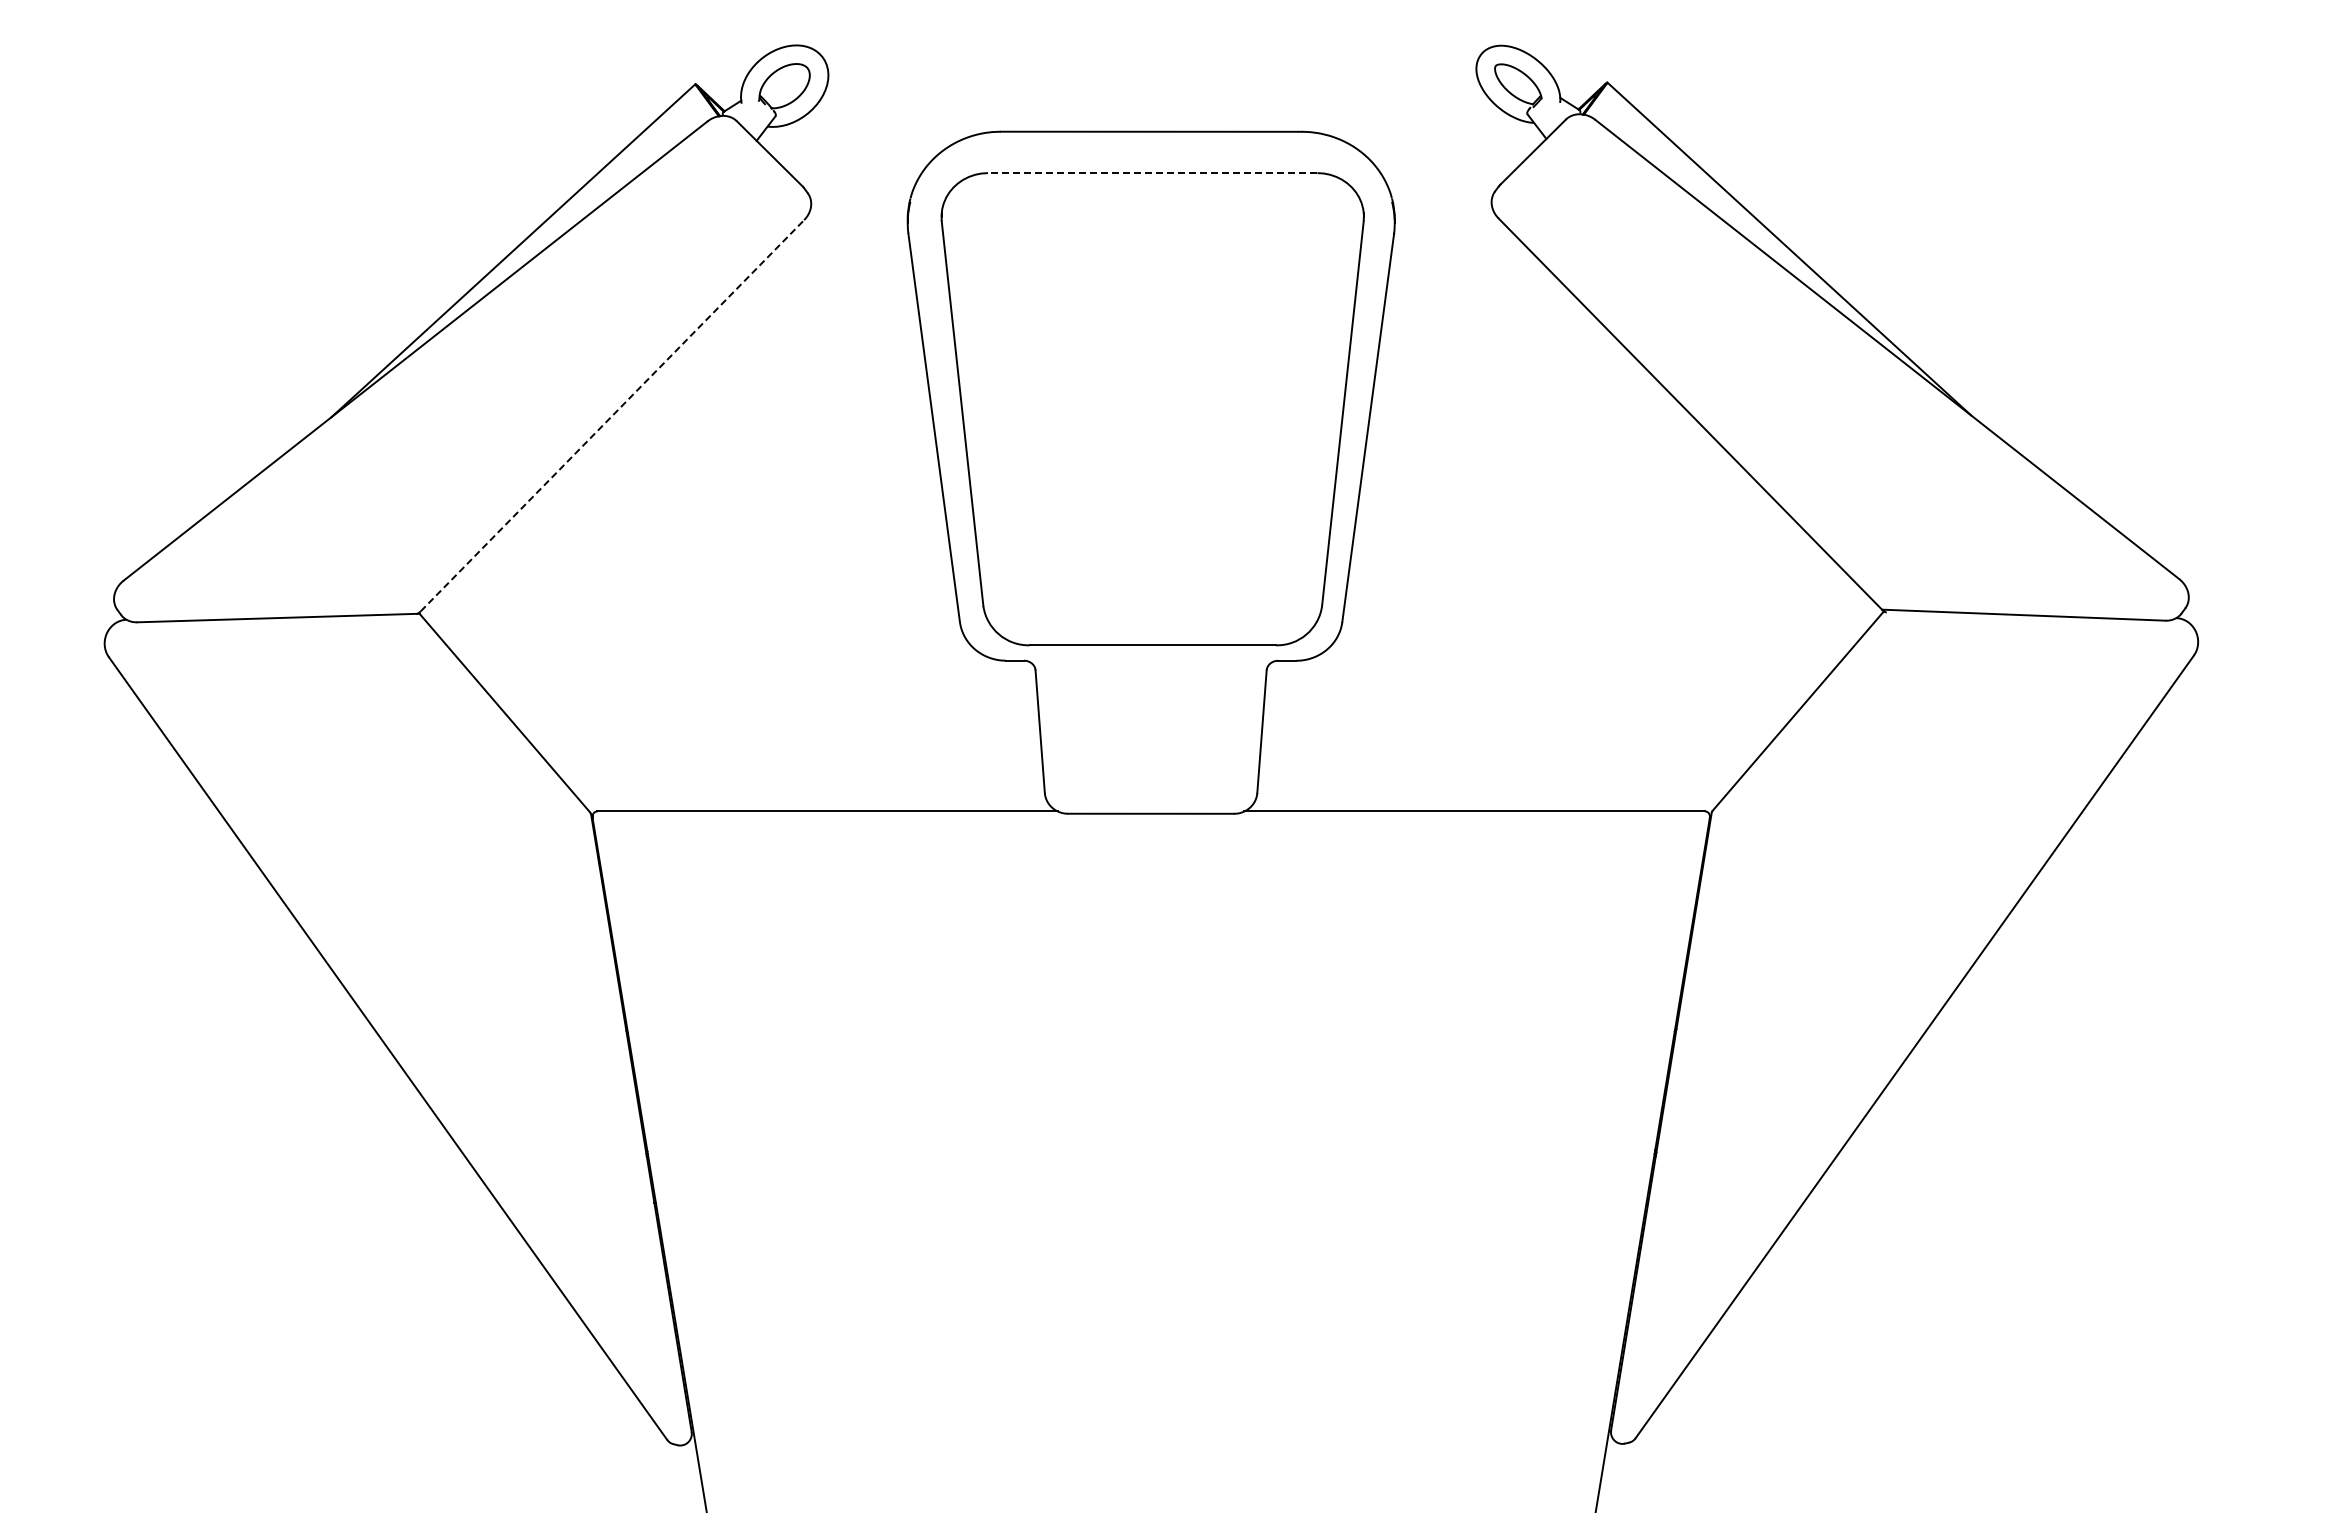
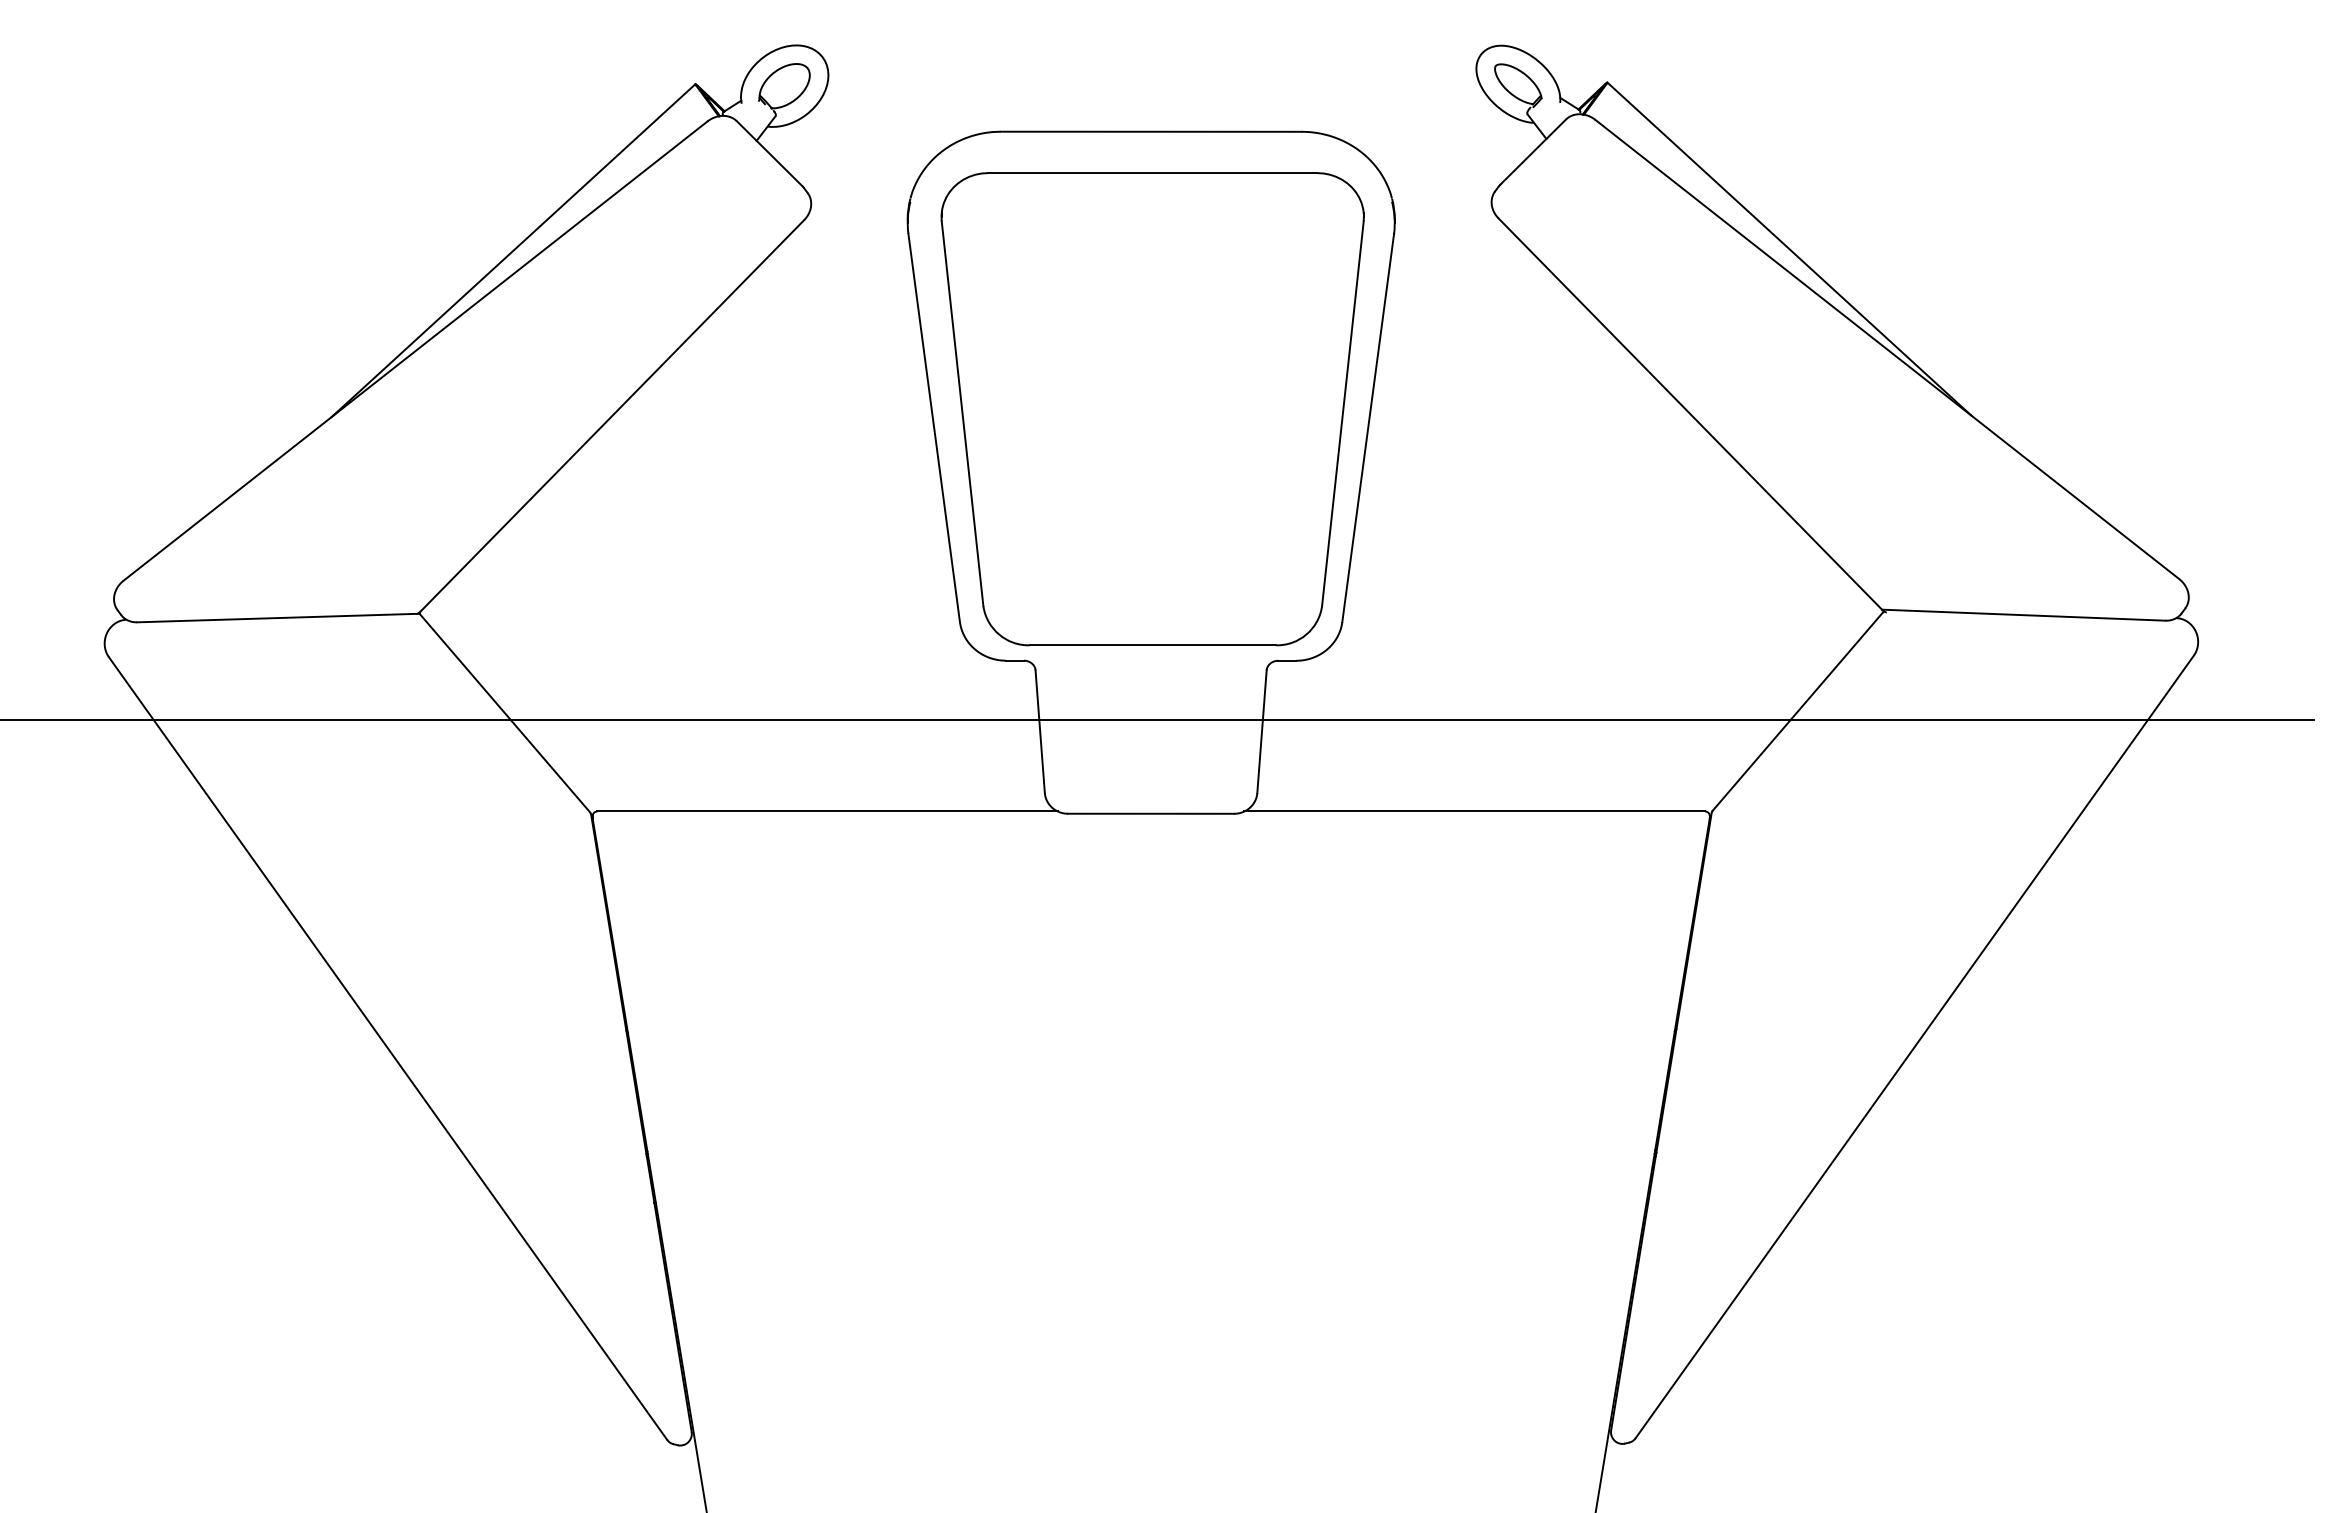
line at (1152, 173): dashed -> solid
line at (612, 415): dashed -> solid
line at (1158, 720): none -> present
